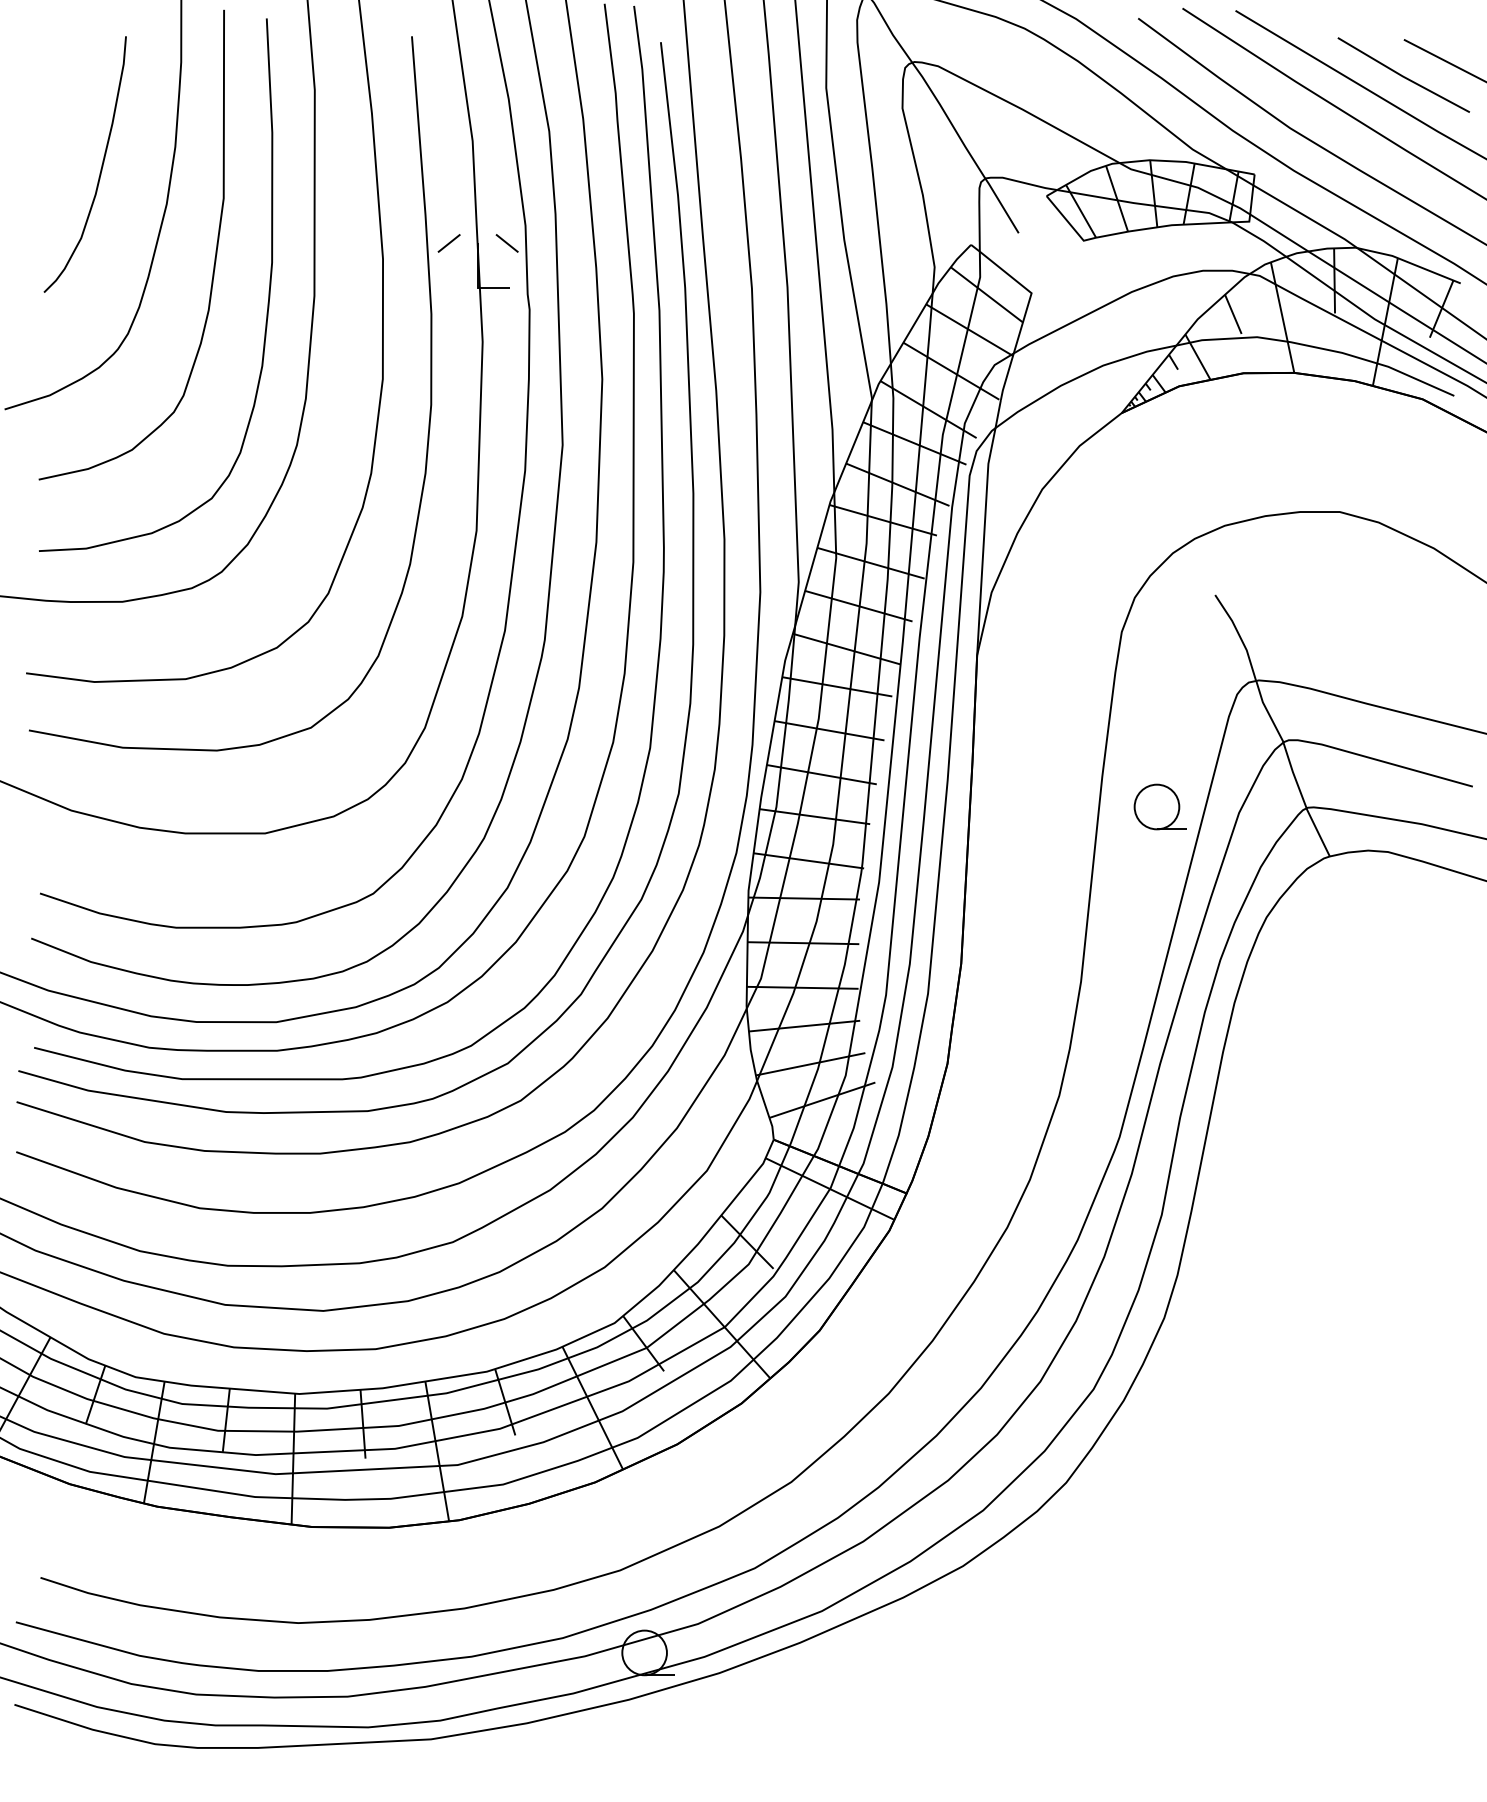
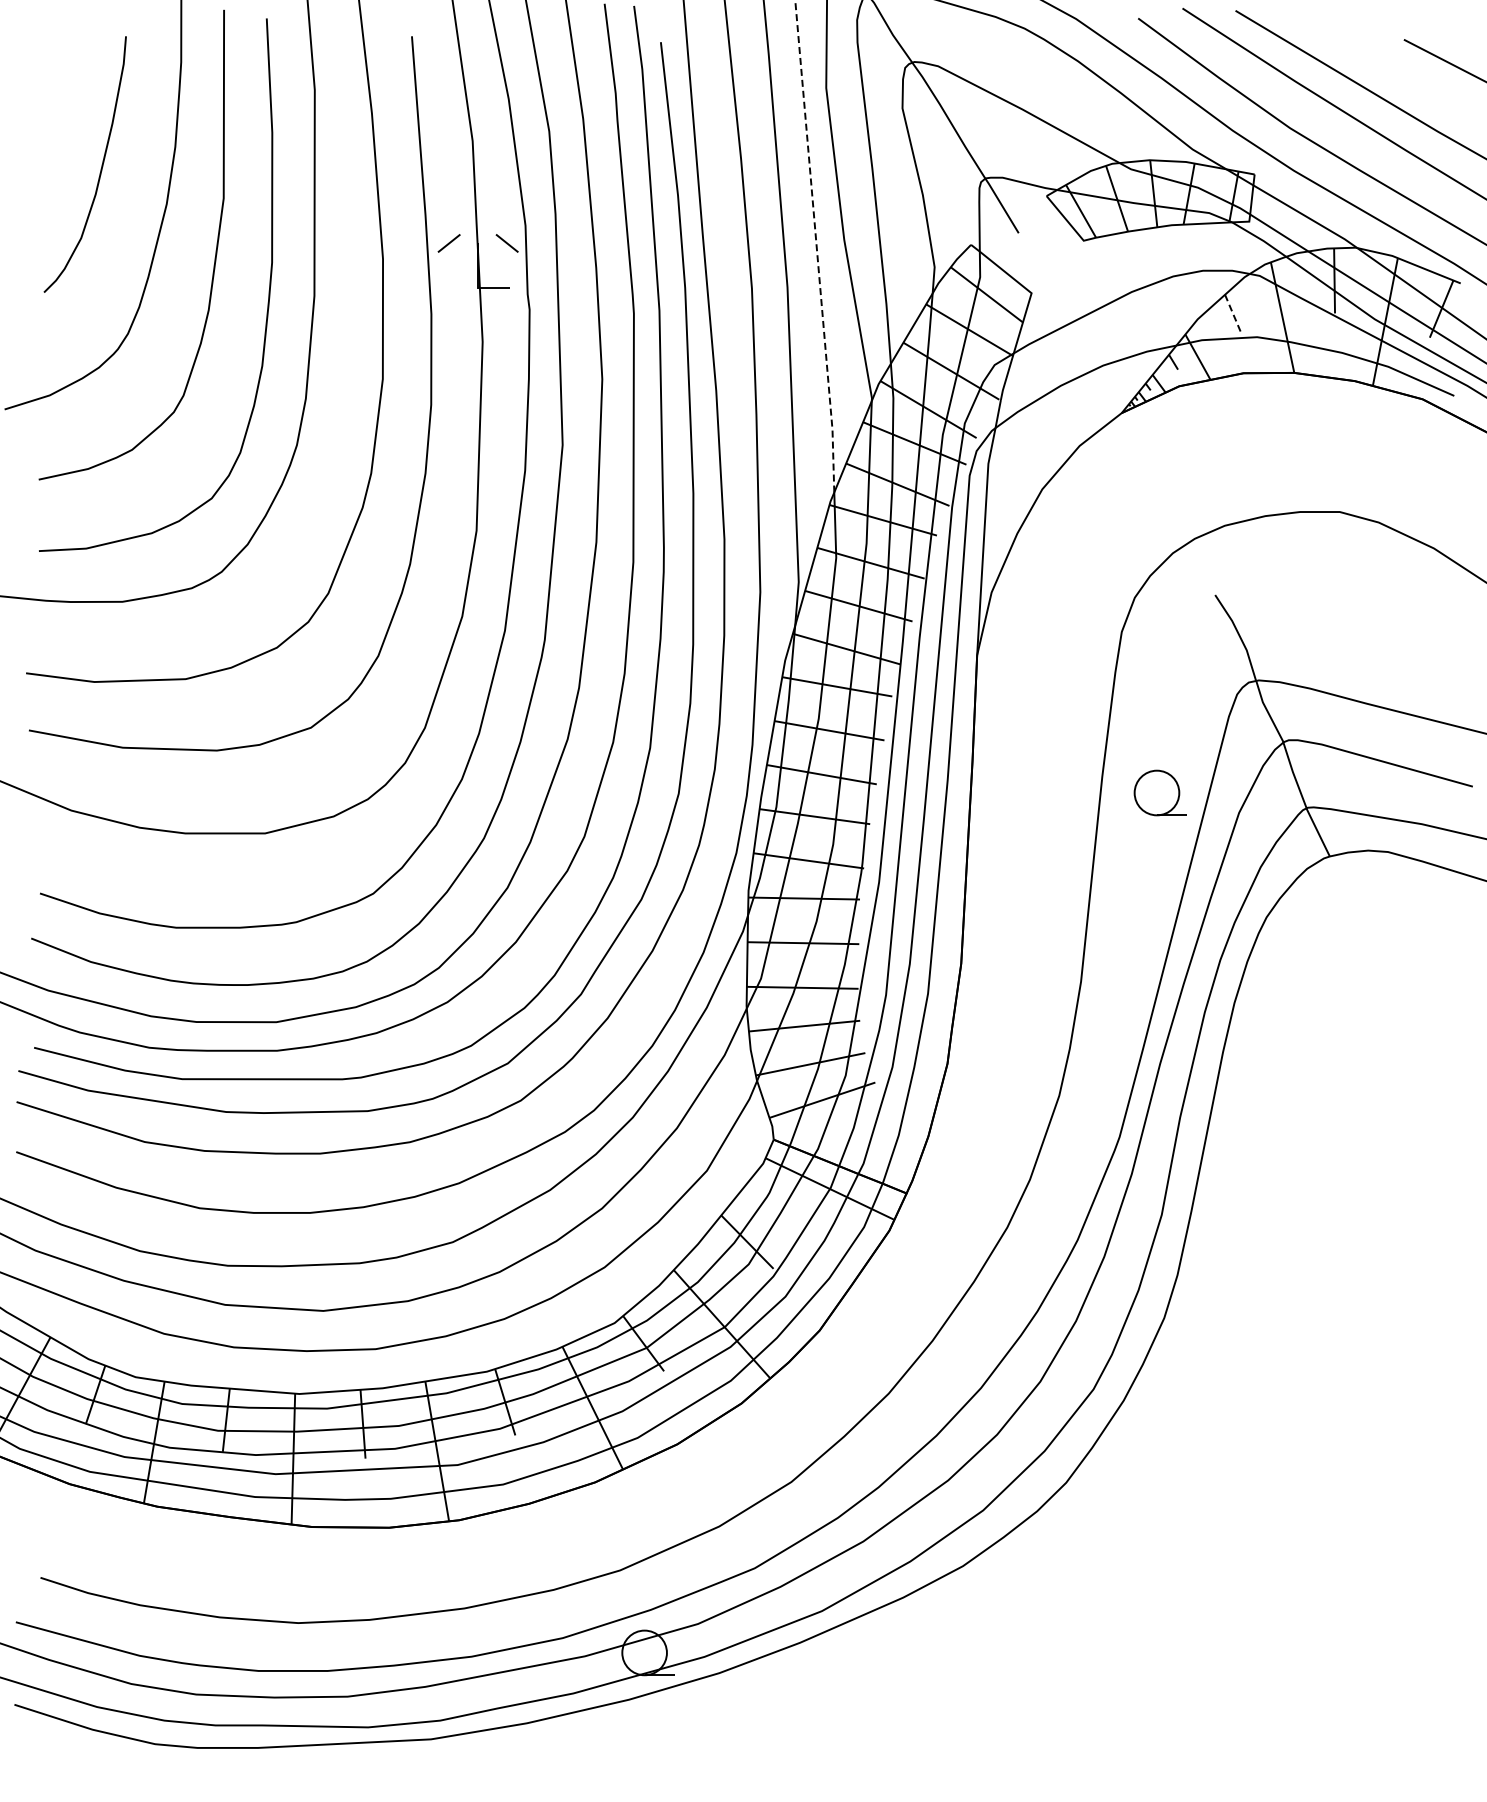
line at (1403, 75): present -> none
line at (816, 246): solid -> dashed
line at (1233, 314): solid -> dashed
part at (1159, 806) position: (1159, 806) -> (1159, 792)
